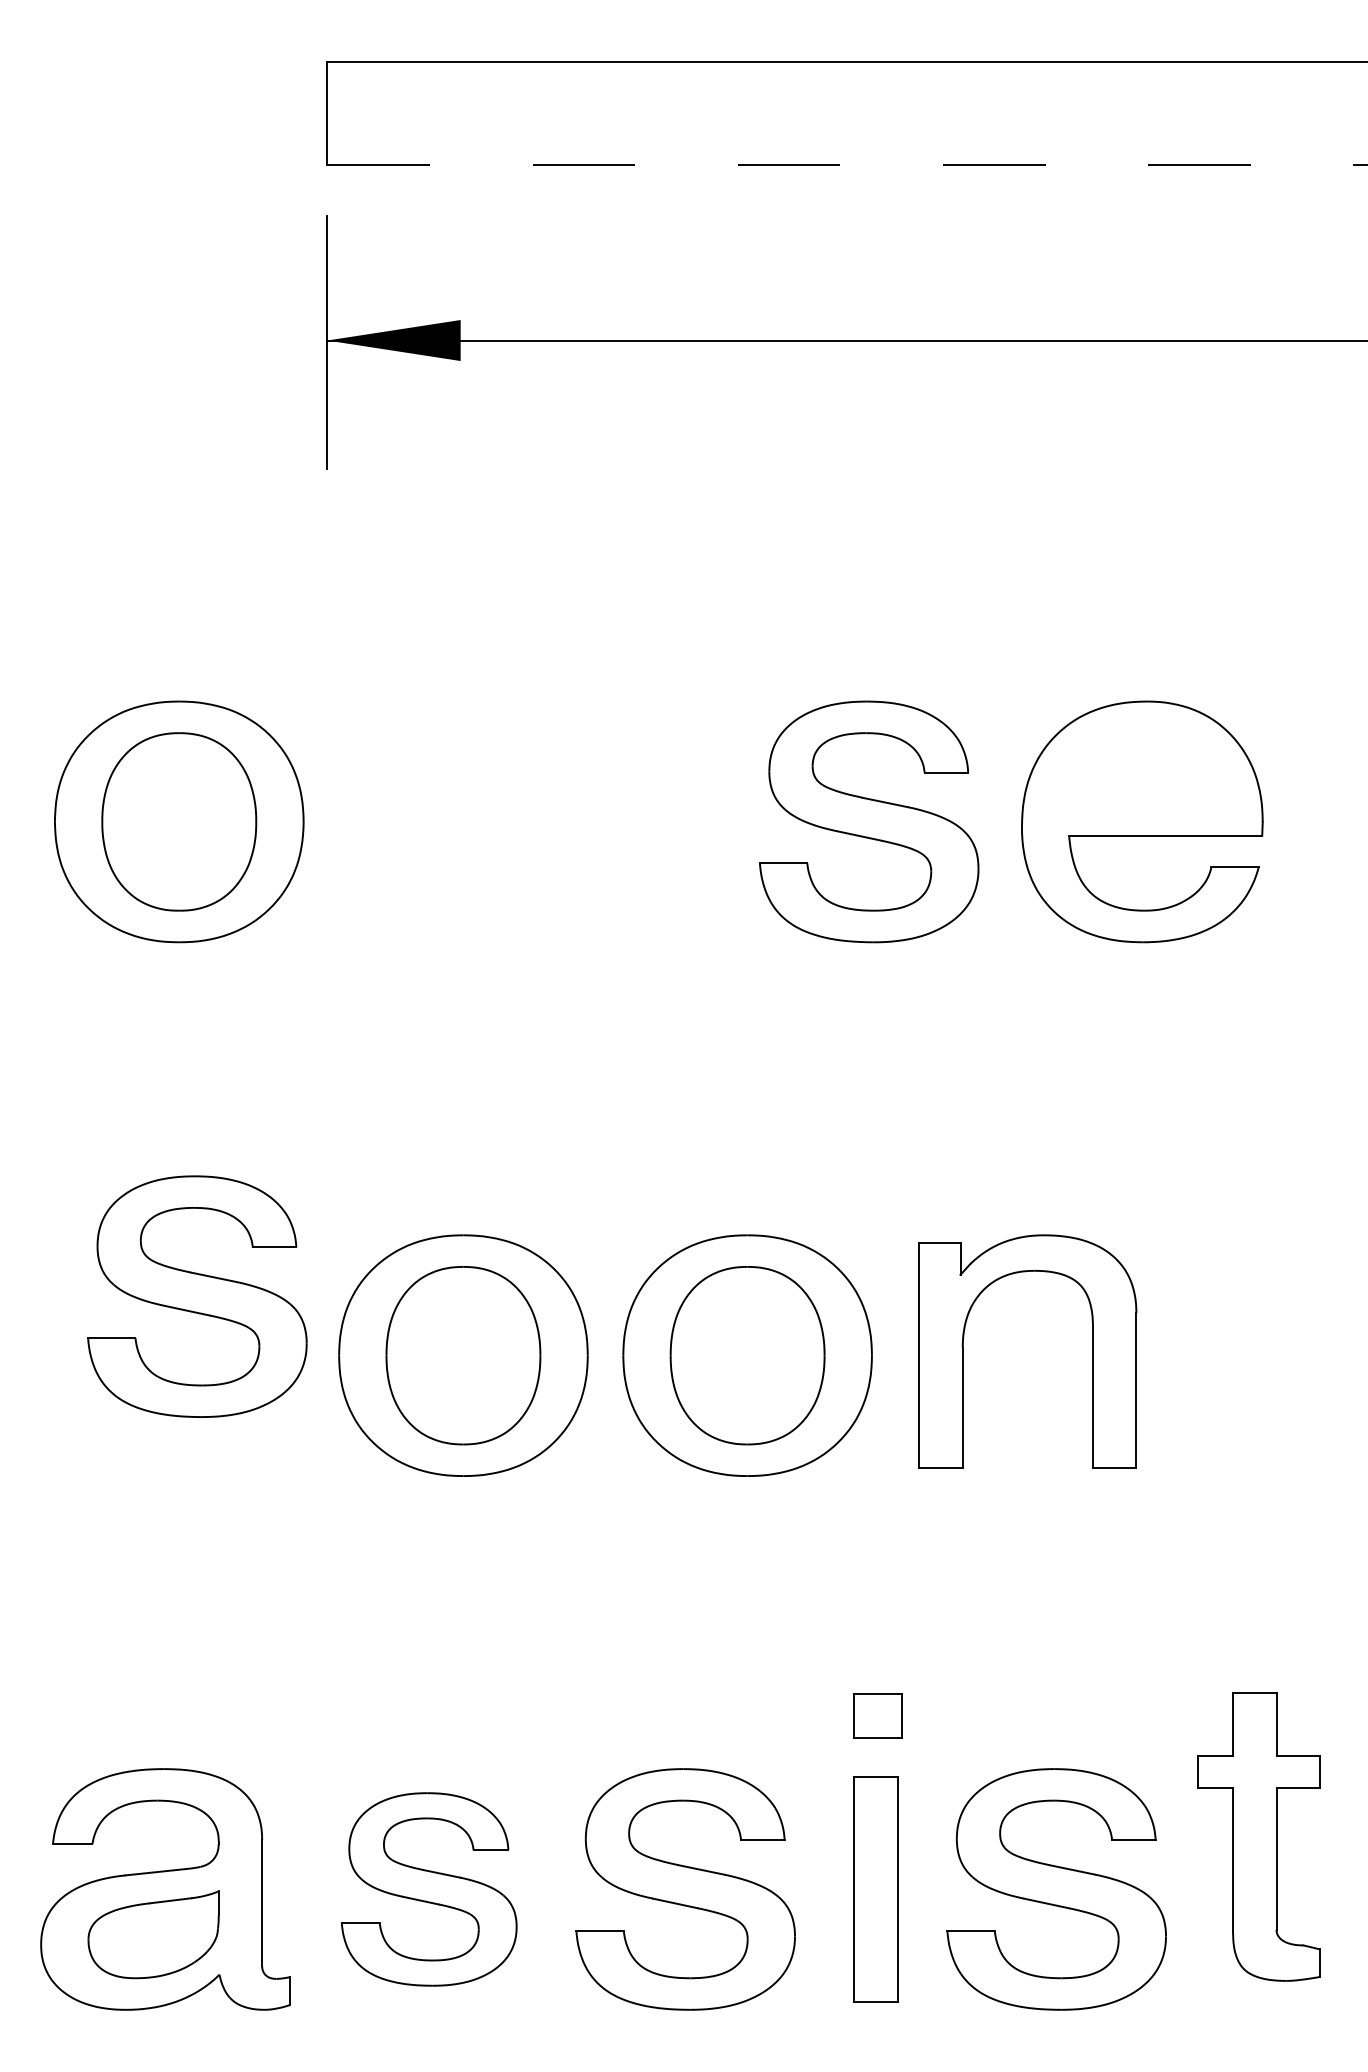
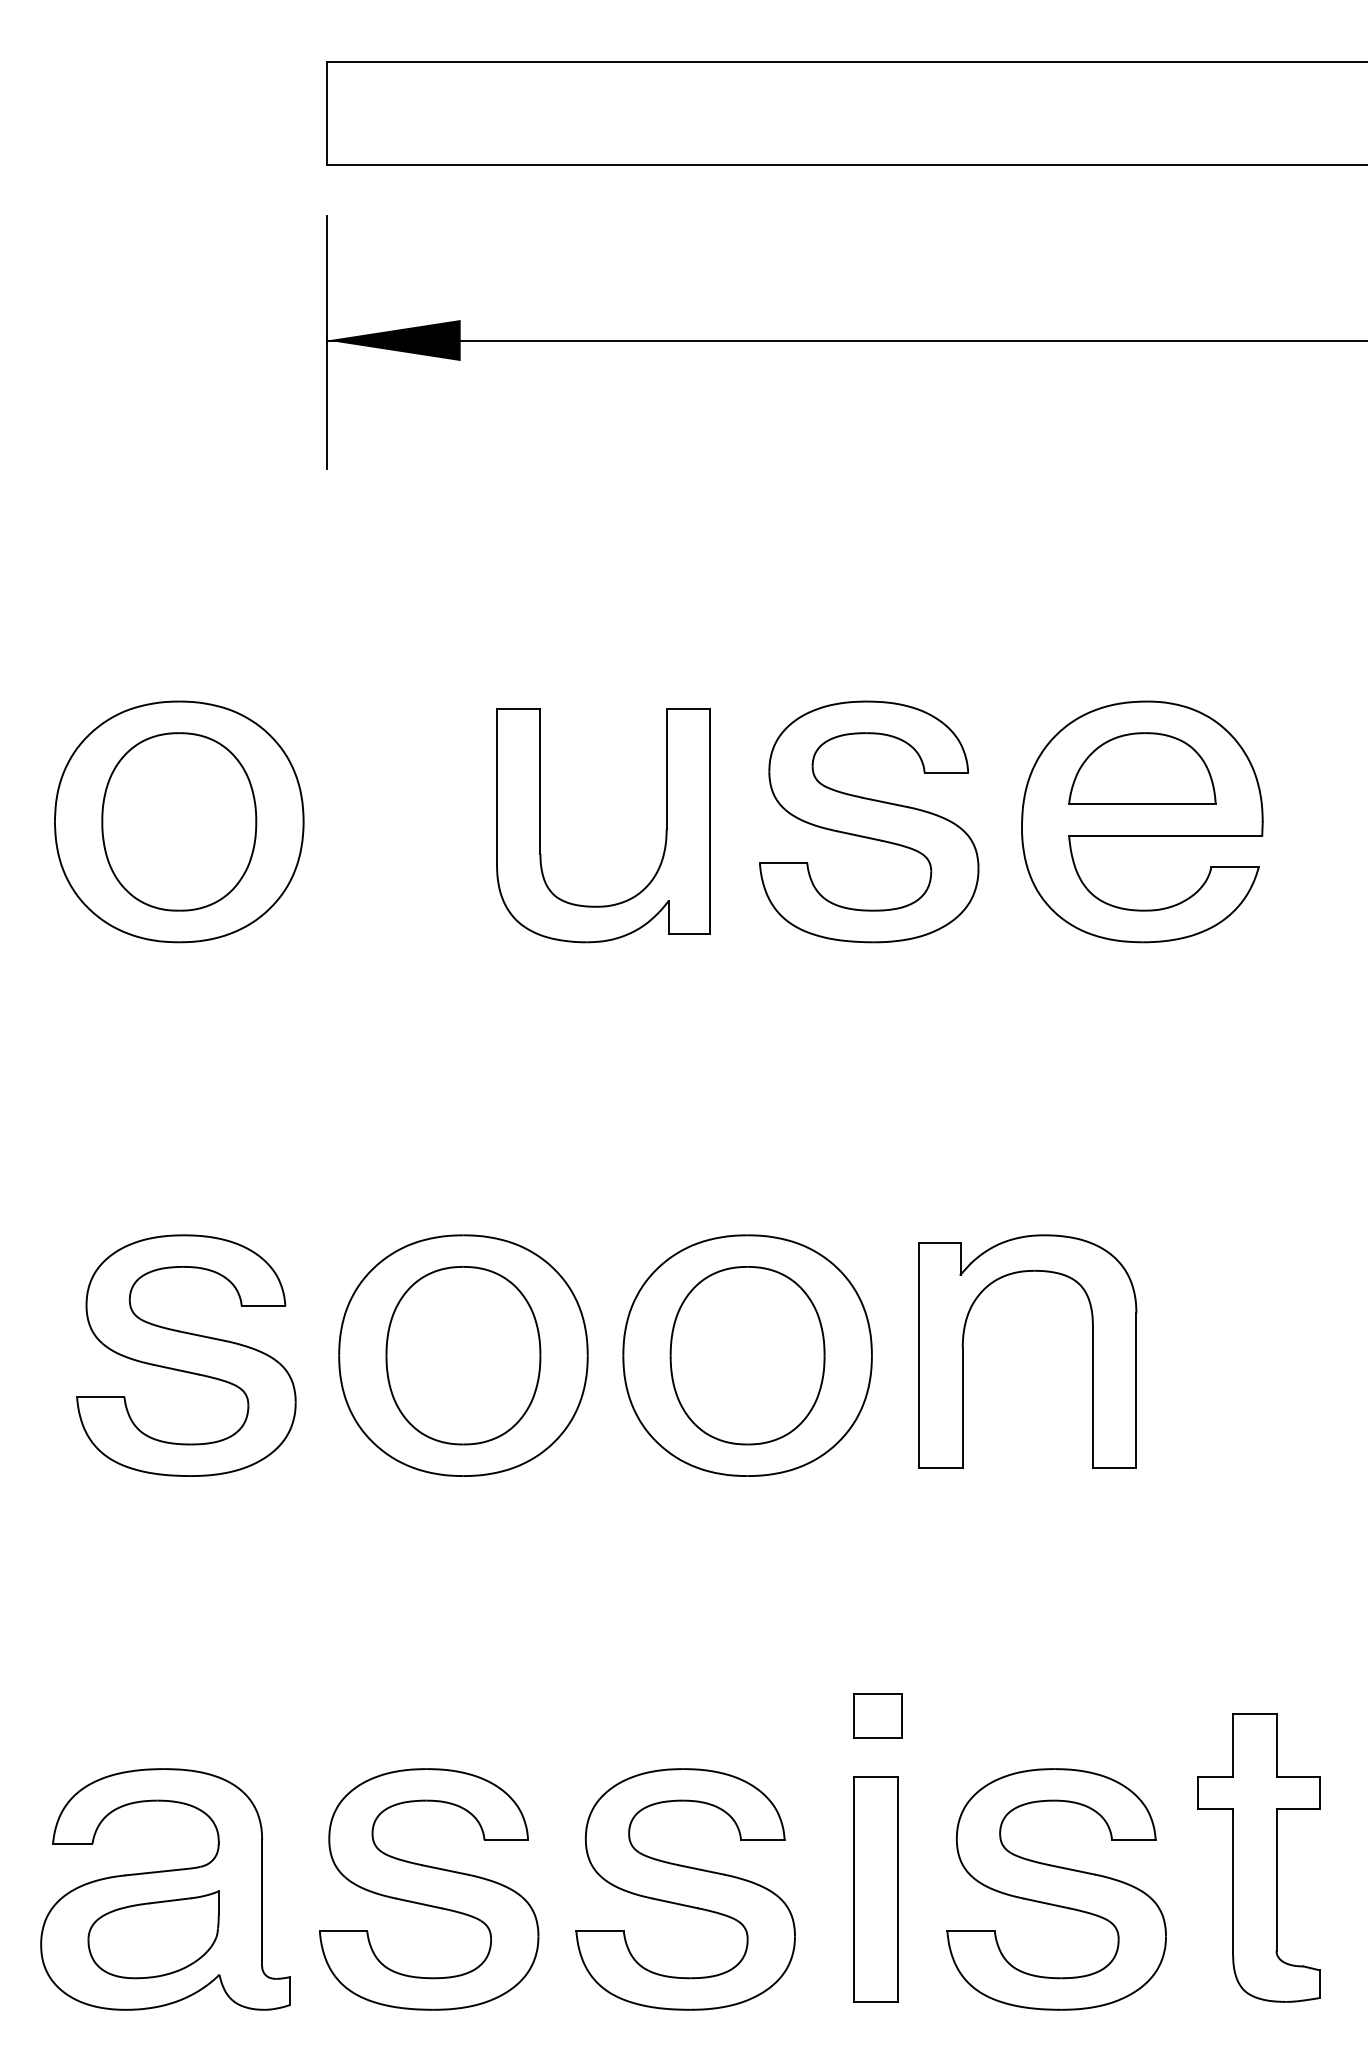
line at (847, 164): dashed -> solid
part at (1142, 768): none -> present
part at (665, 829): none -> present
part at (197, 1296) position: (197, 1296) -> (186, 1355)
part at (1258, 1836) position: (1258, 1836) -> (1258, 1857)
part at (429, 1889) size: 177x195 px -> 221x243 px
